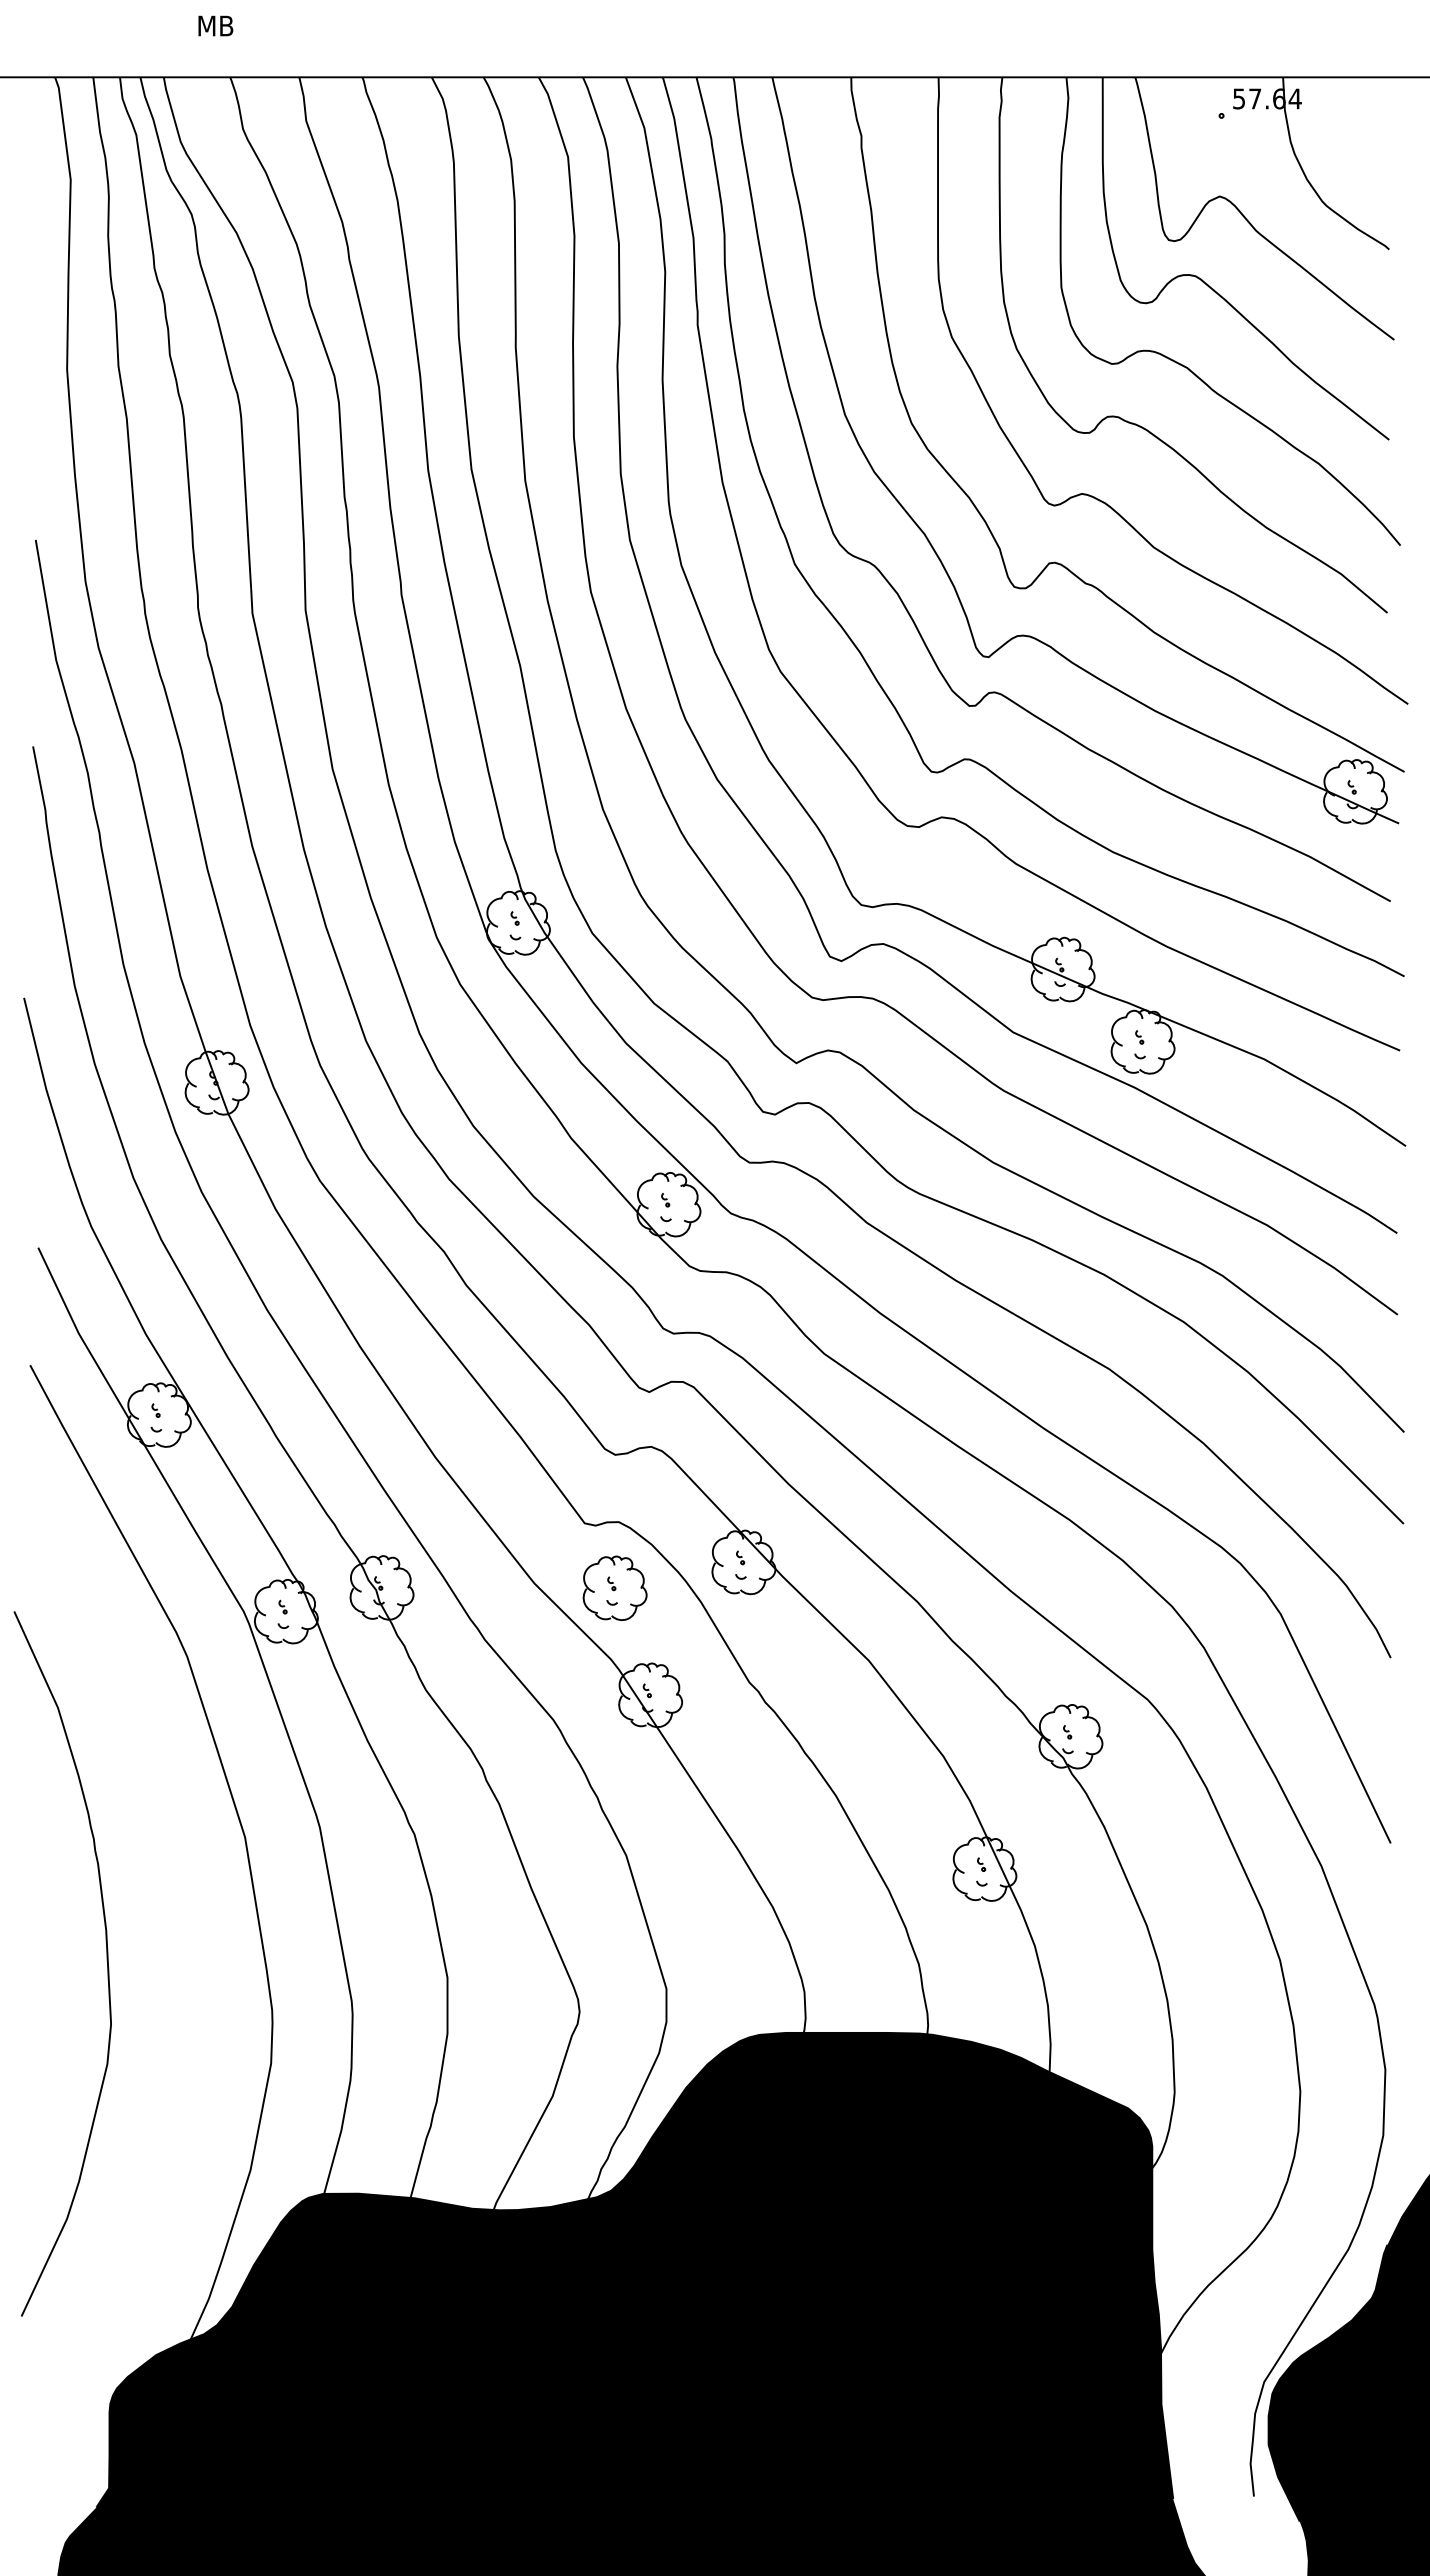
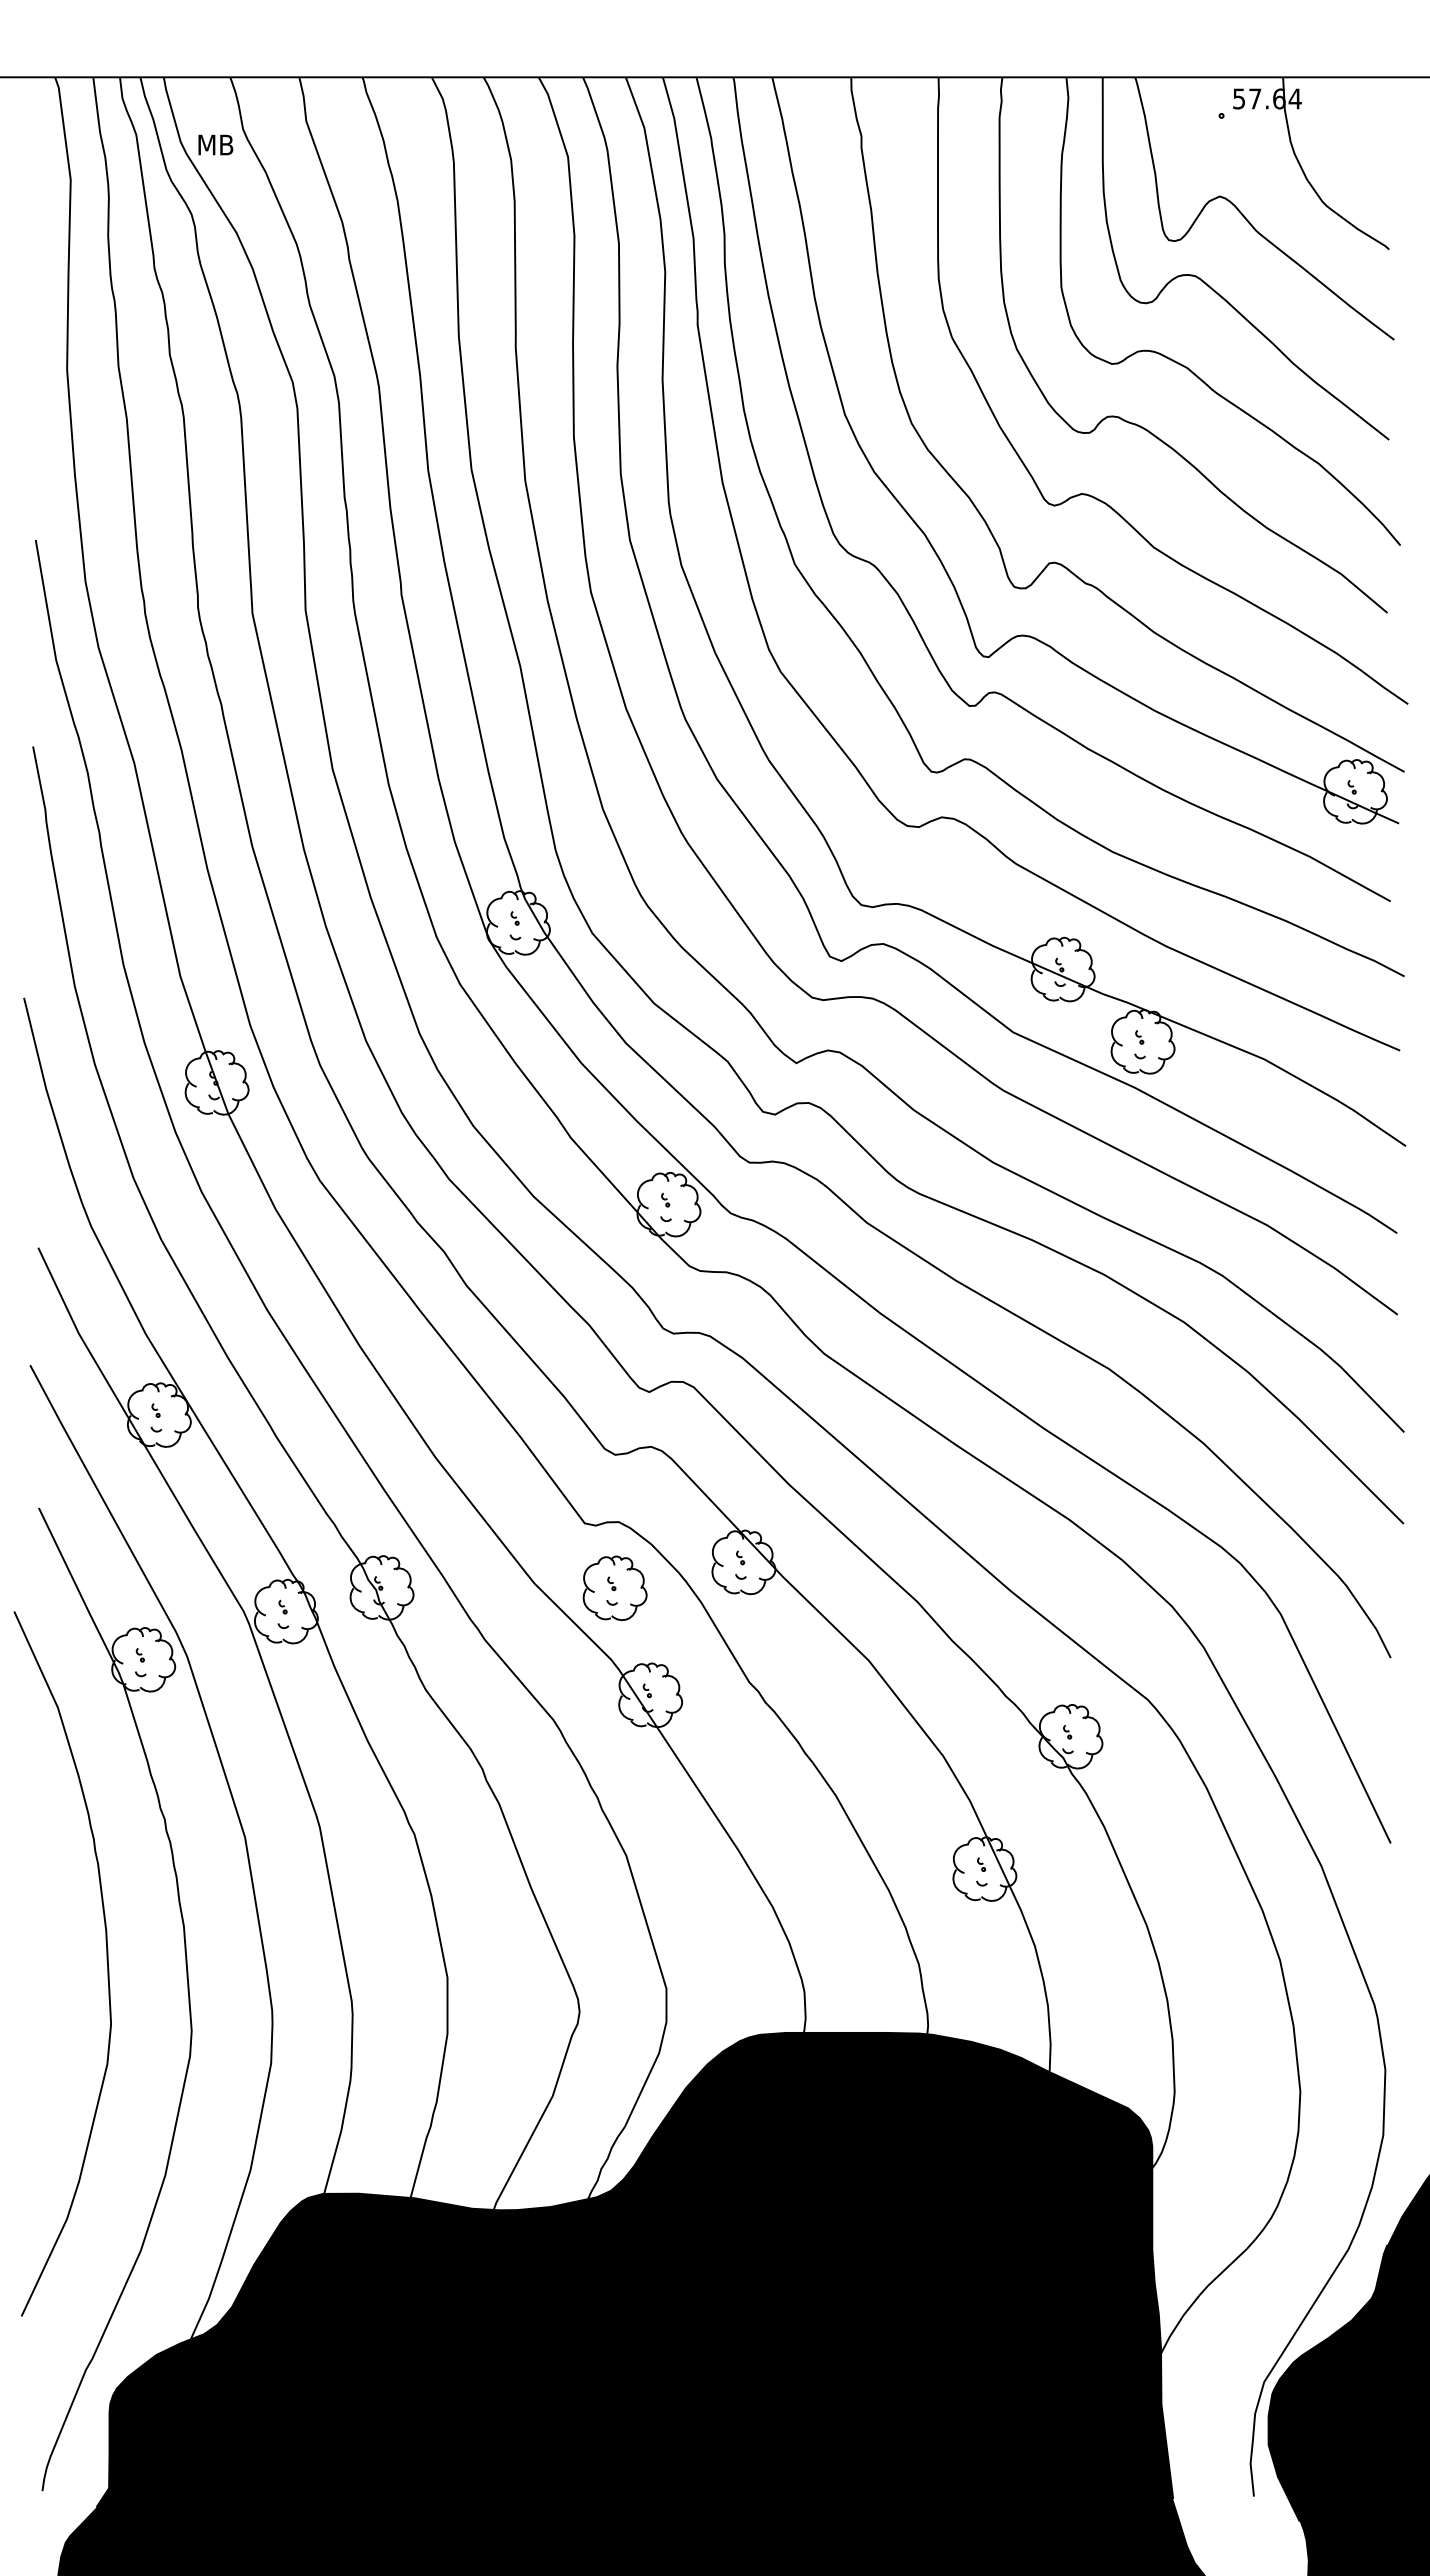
text at (215, 25) position: (215, 25) -> (215, 144)
part at (187, 1991): none -> present
